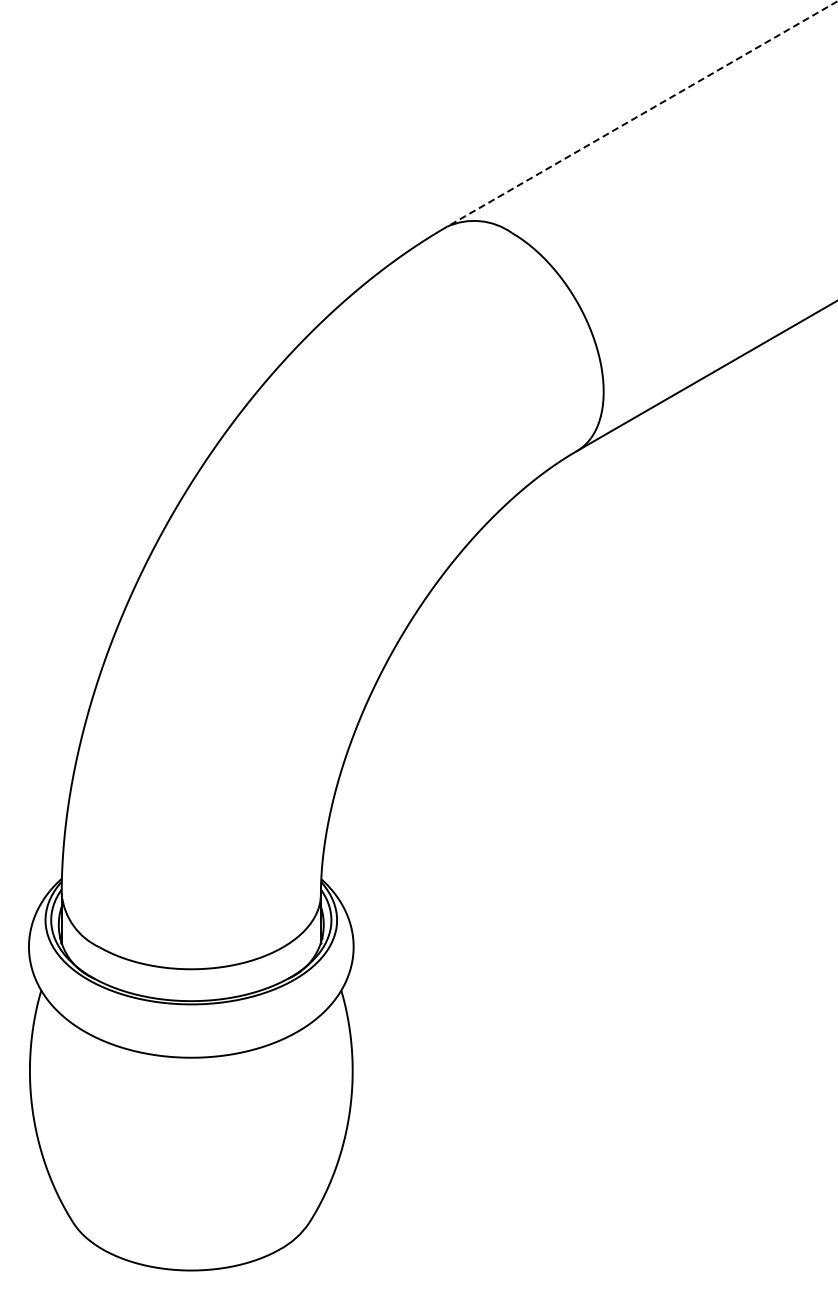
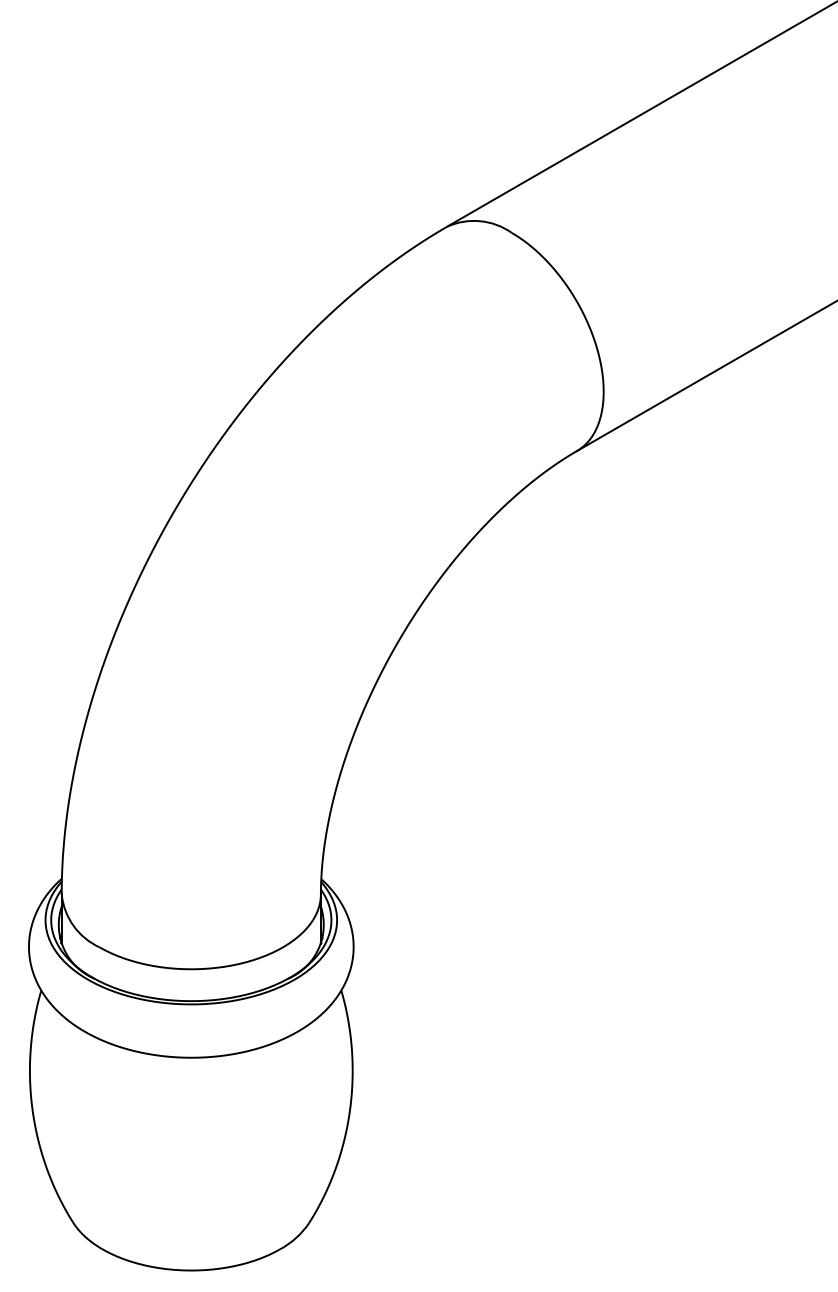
line at (642, 114): dashed -> solid
